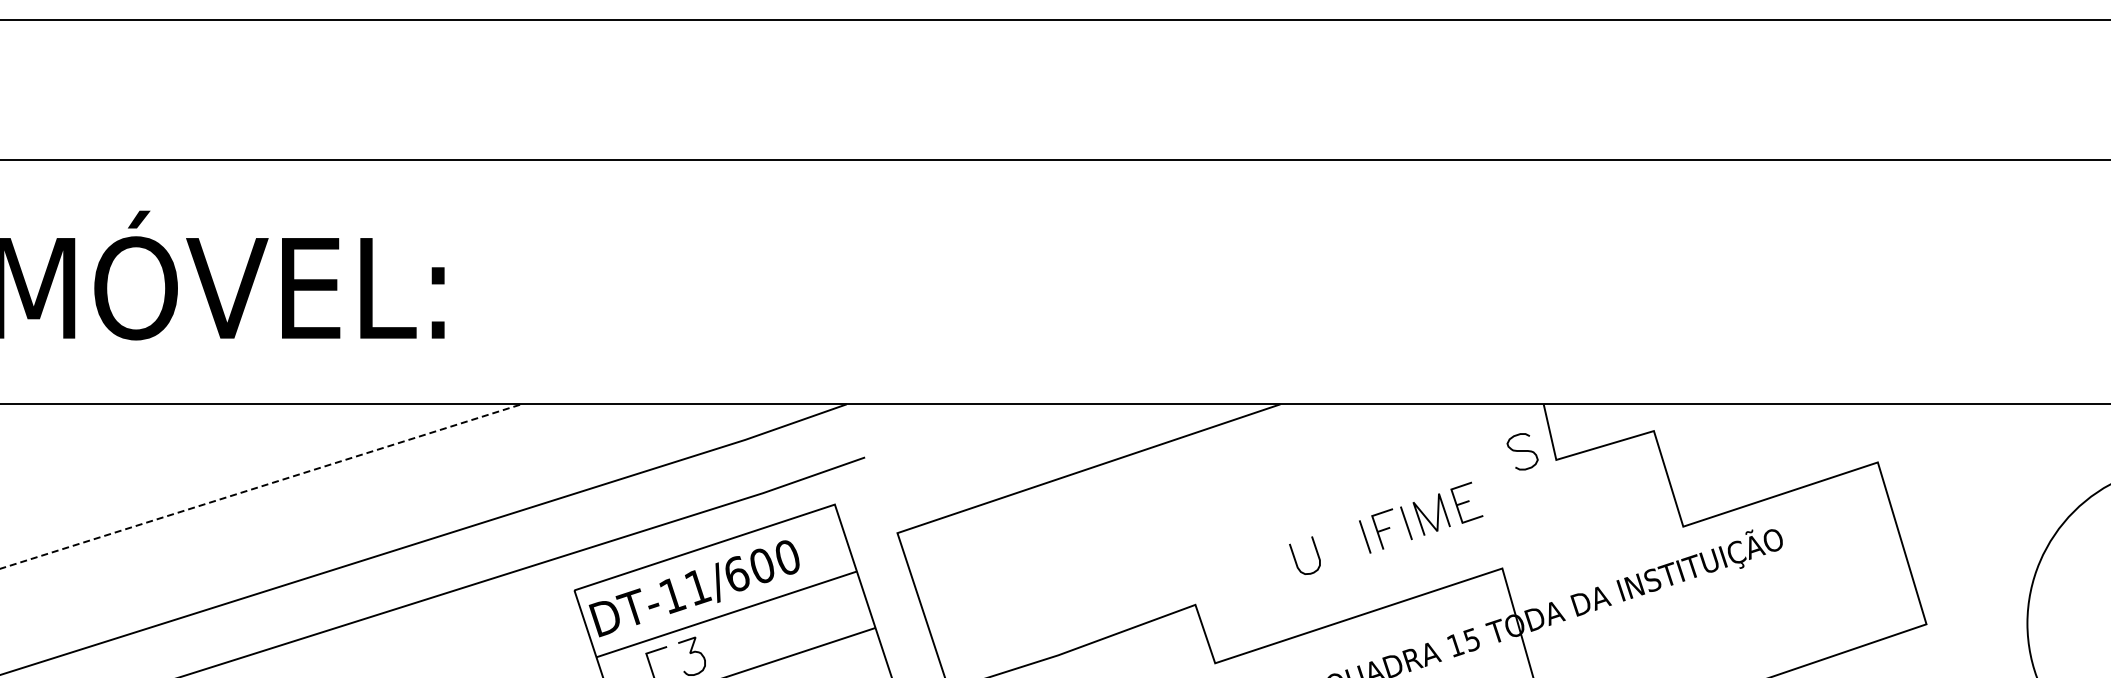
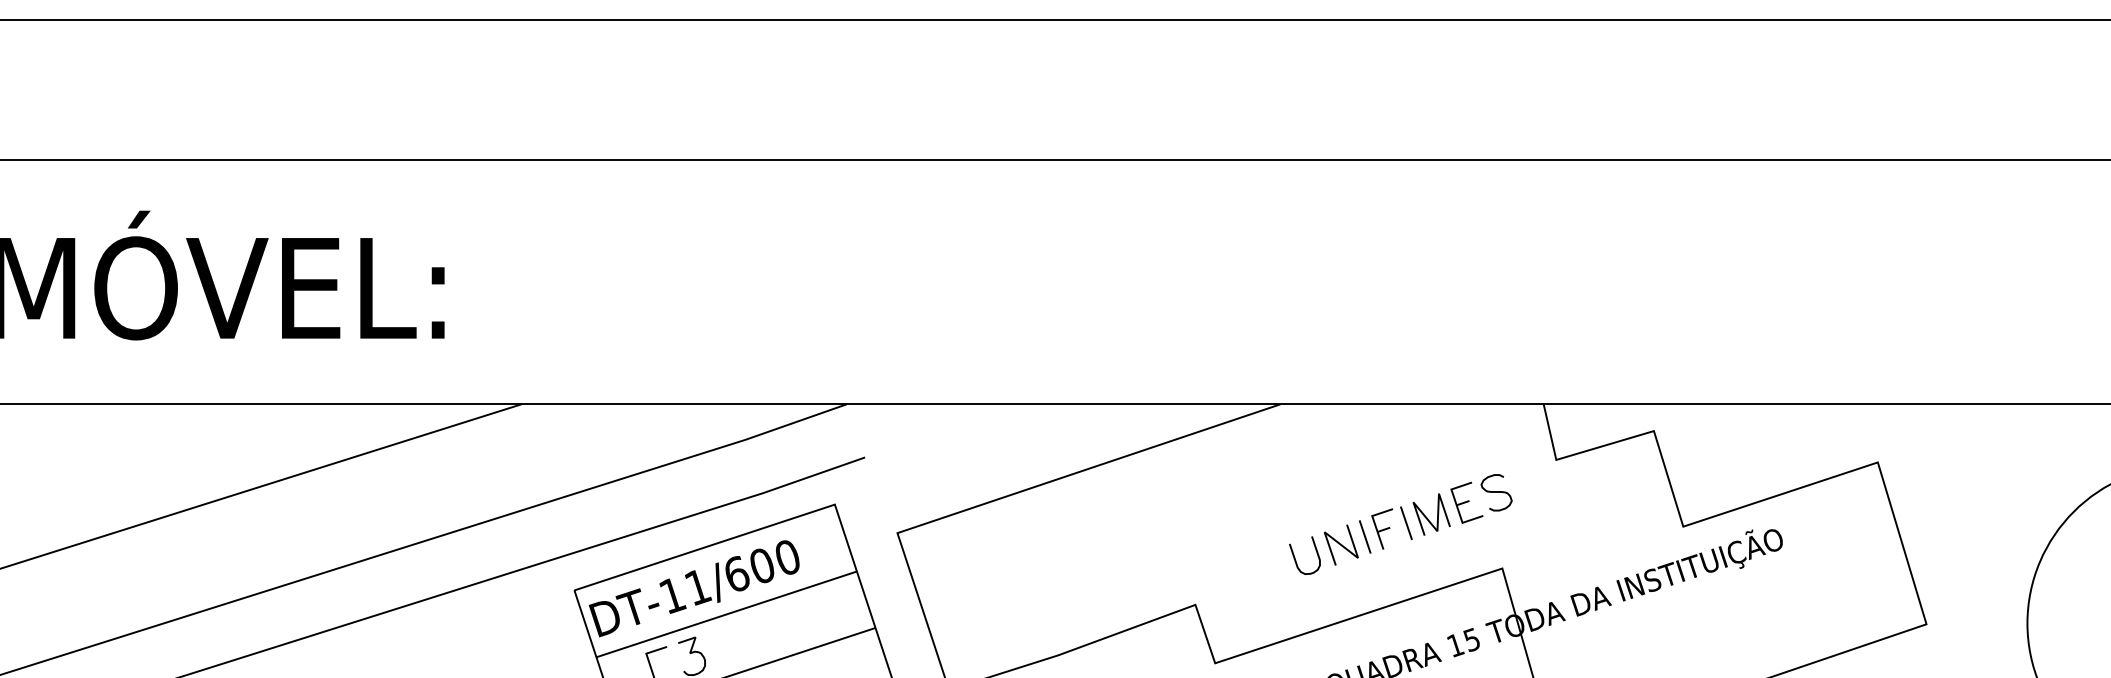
curve at (1522, 451) position: (1522, 451) -> (1496, 492)
line at (261, 486): dashed -> solid
line at (1340, 544): none -> present
